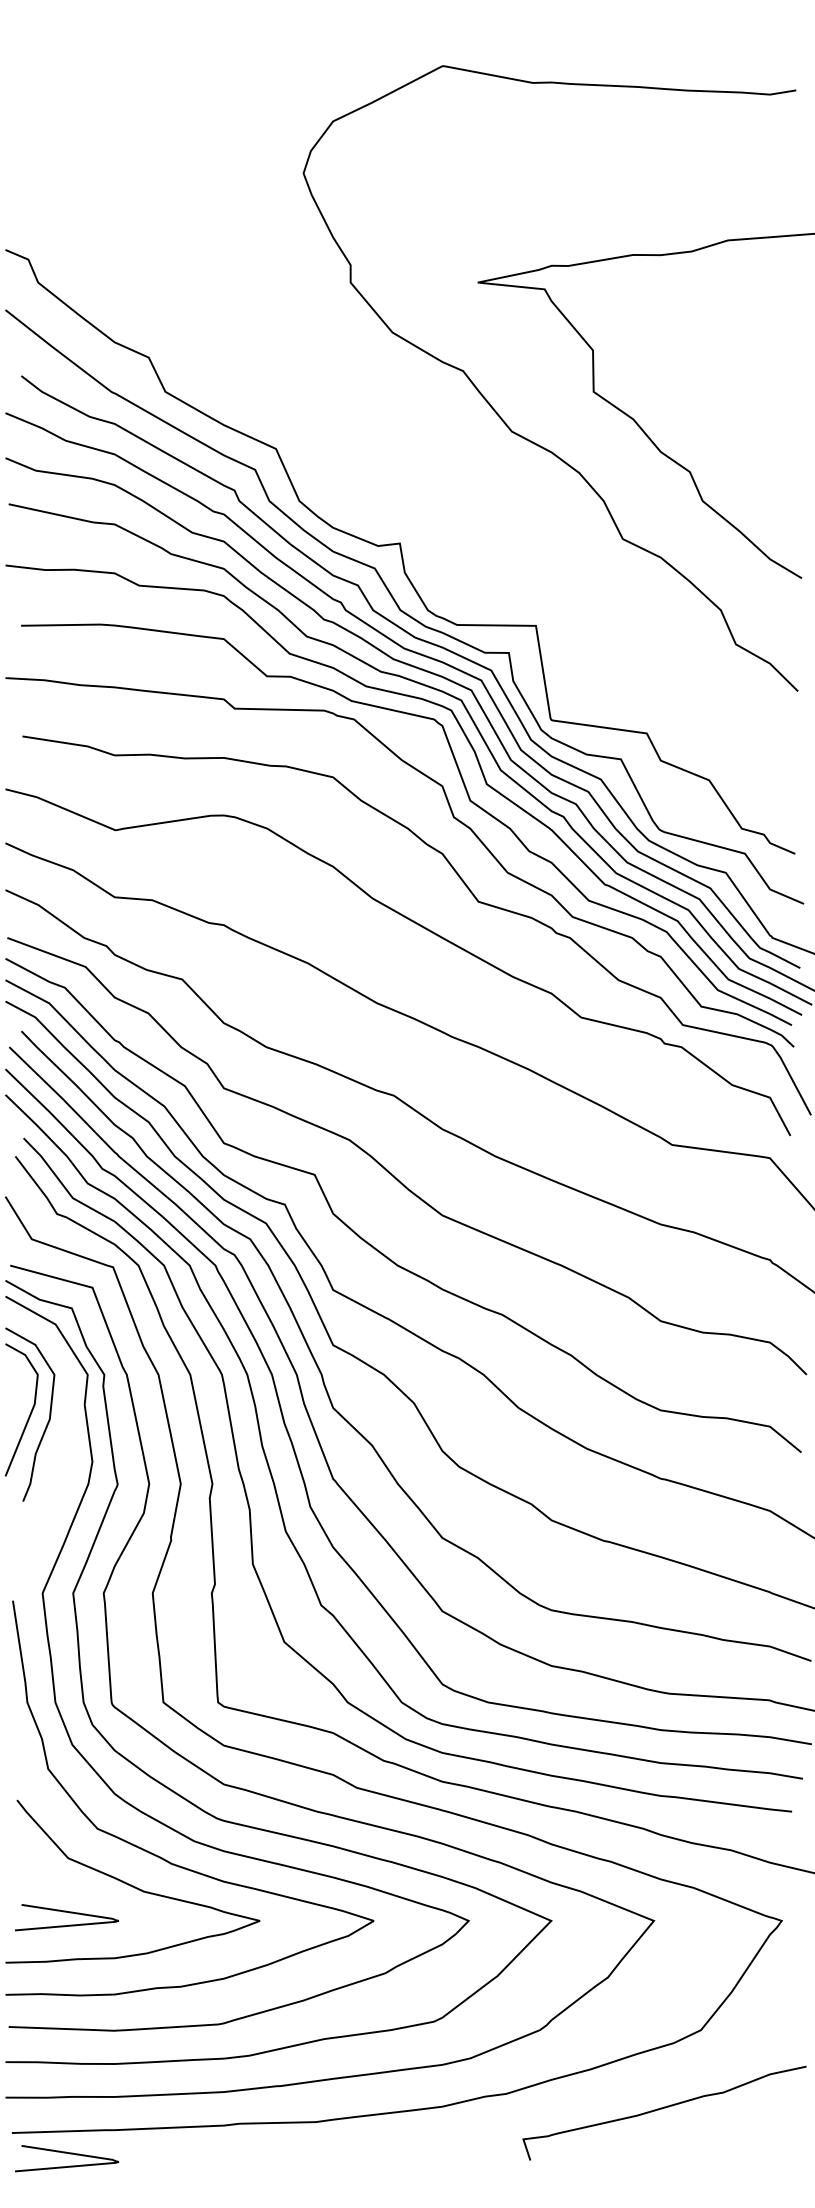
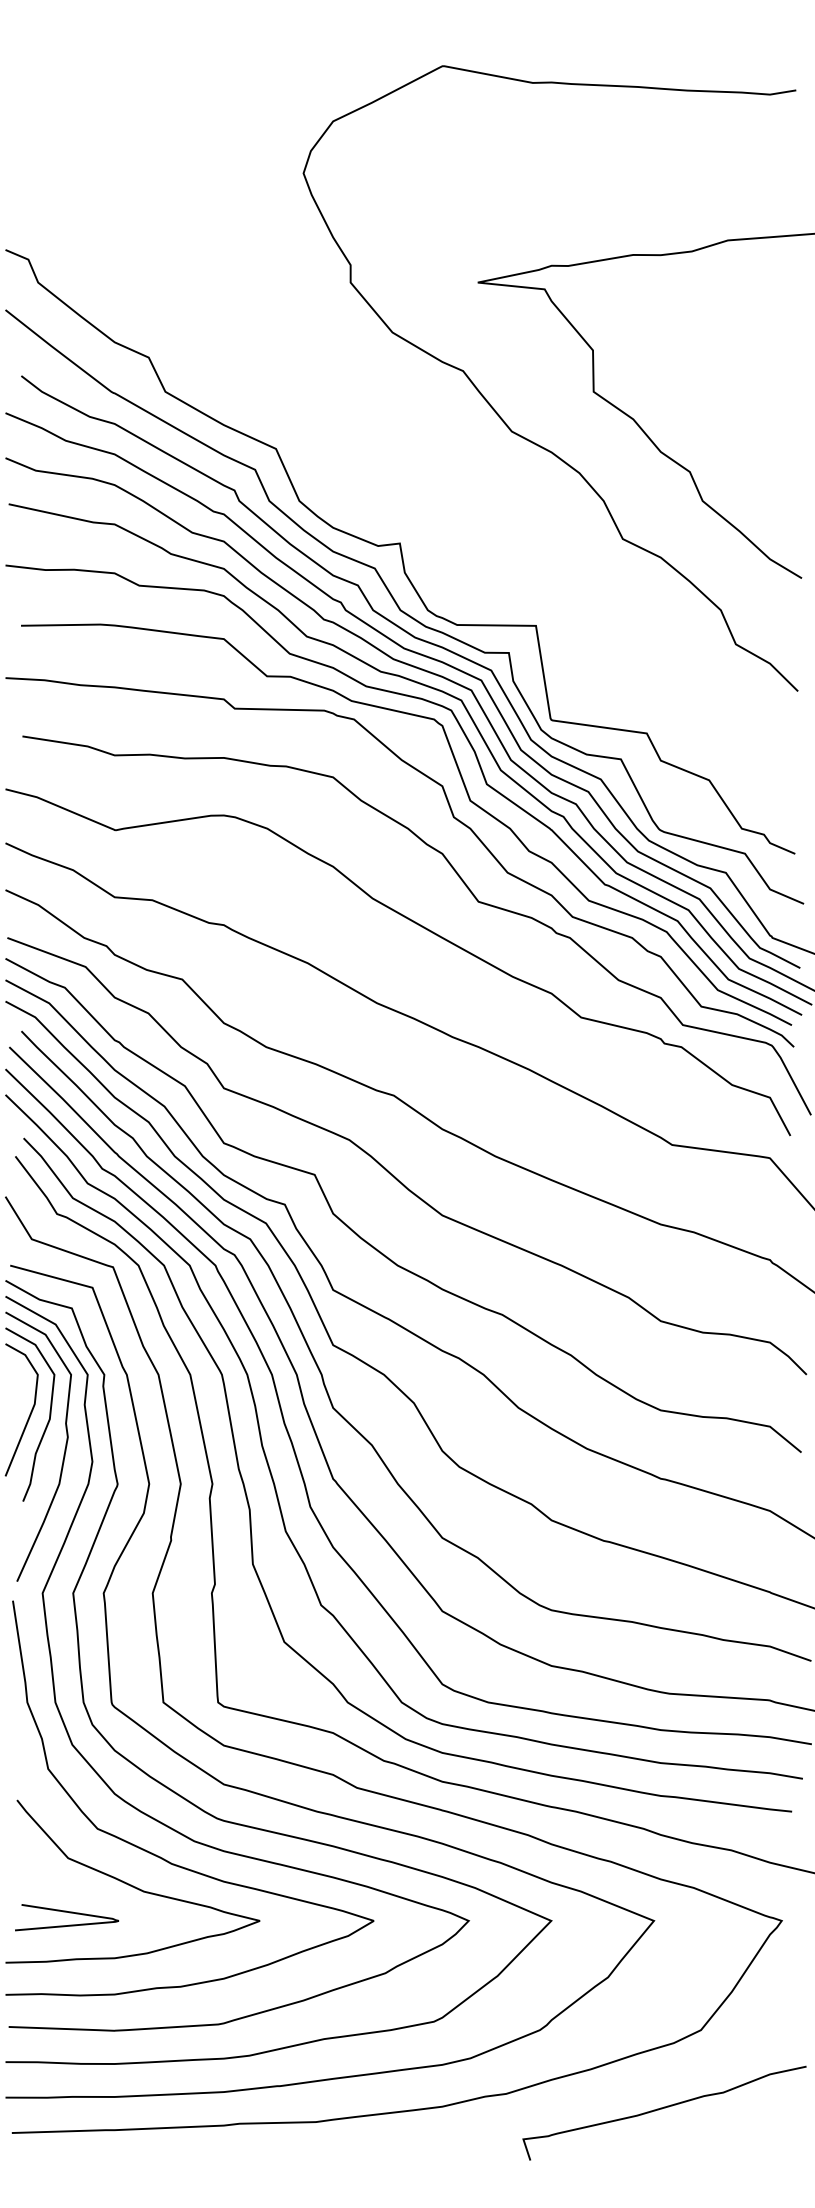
curve at (64, 1448): none -> present
curve at (66, 2153): present -> none
